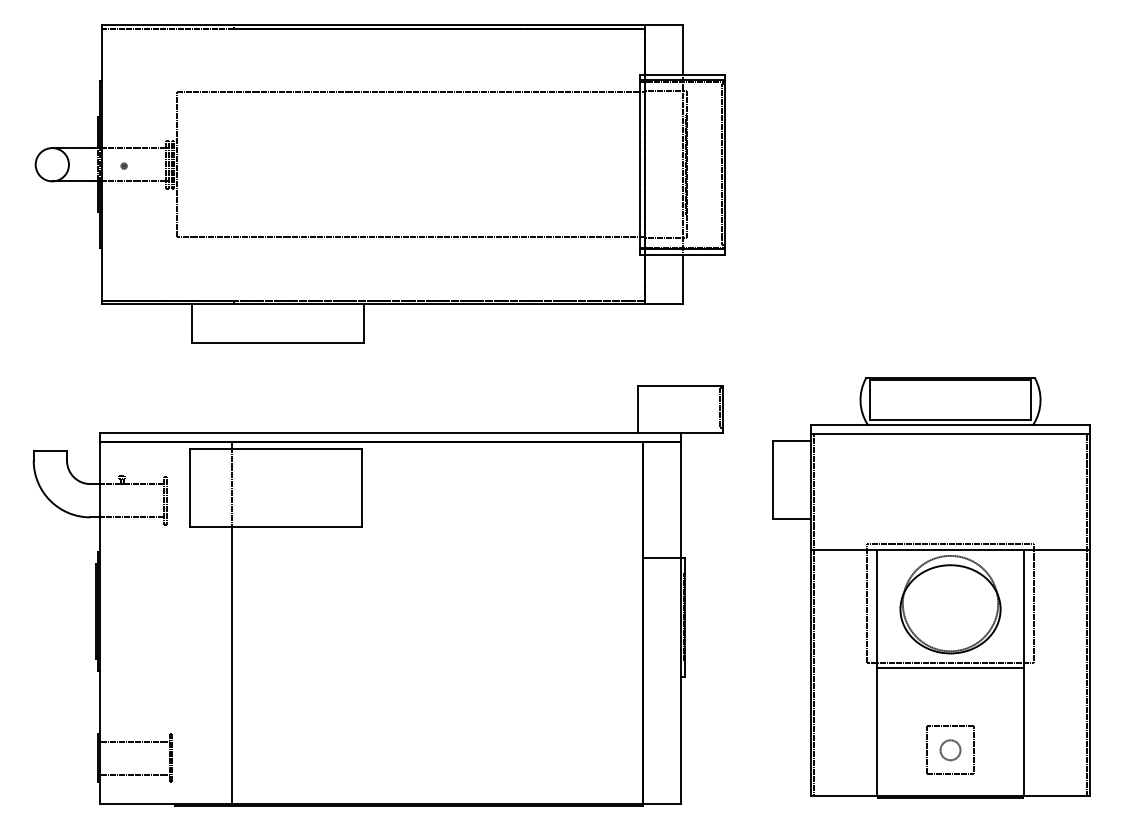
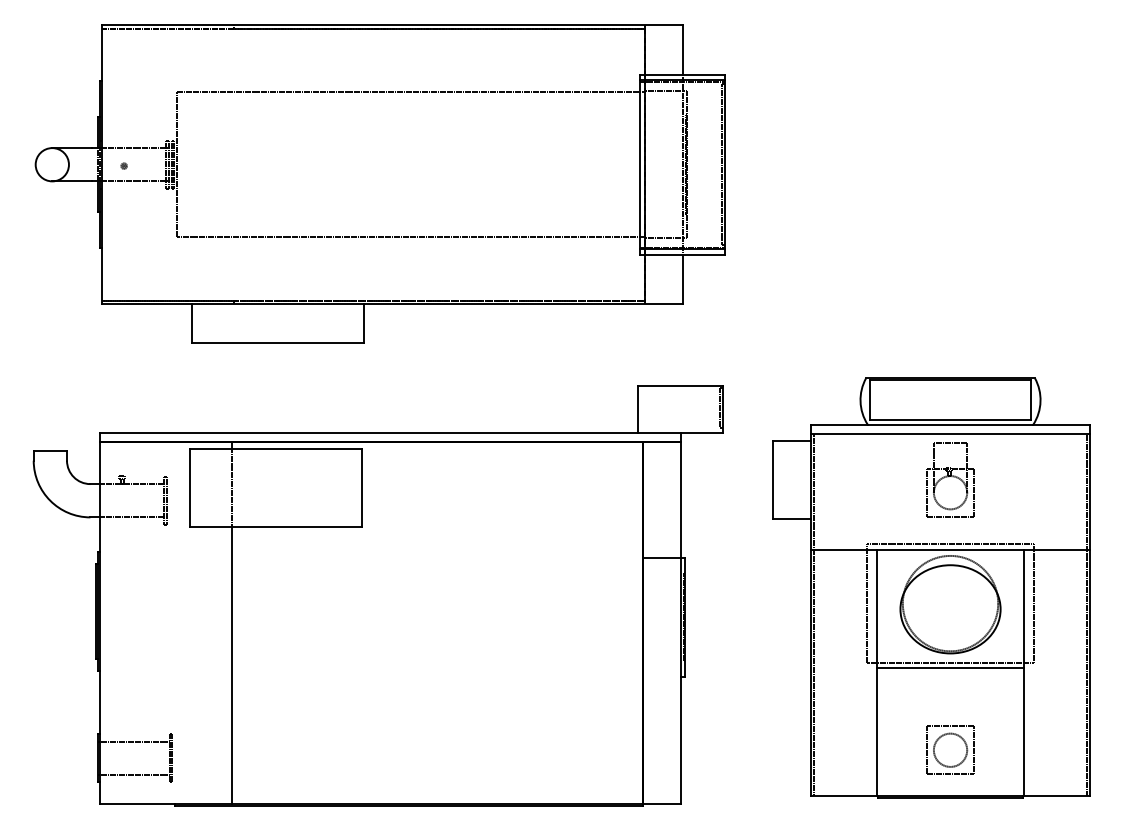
part at (950, 479): none -> present
circle at (950, 750) diameter: 20 px -> 33 px
